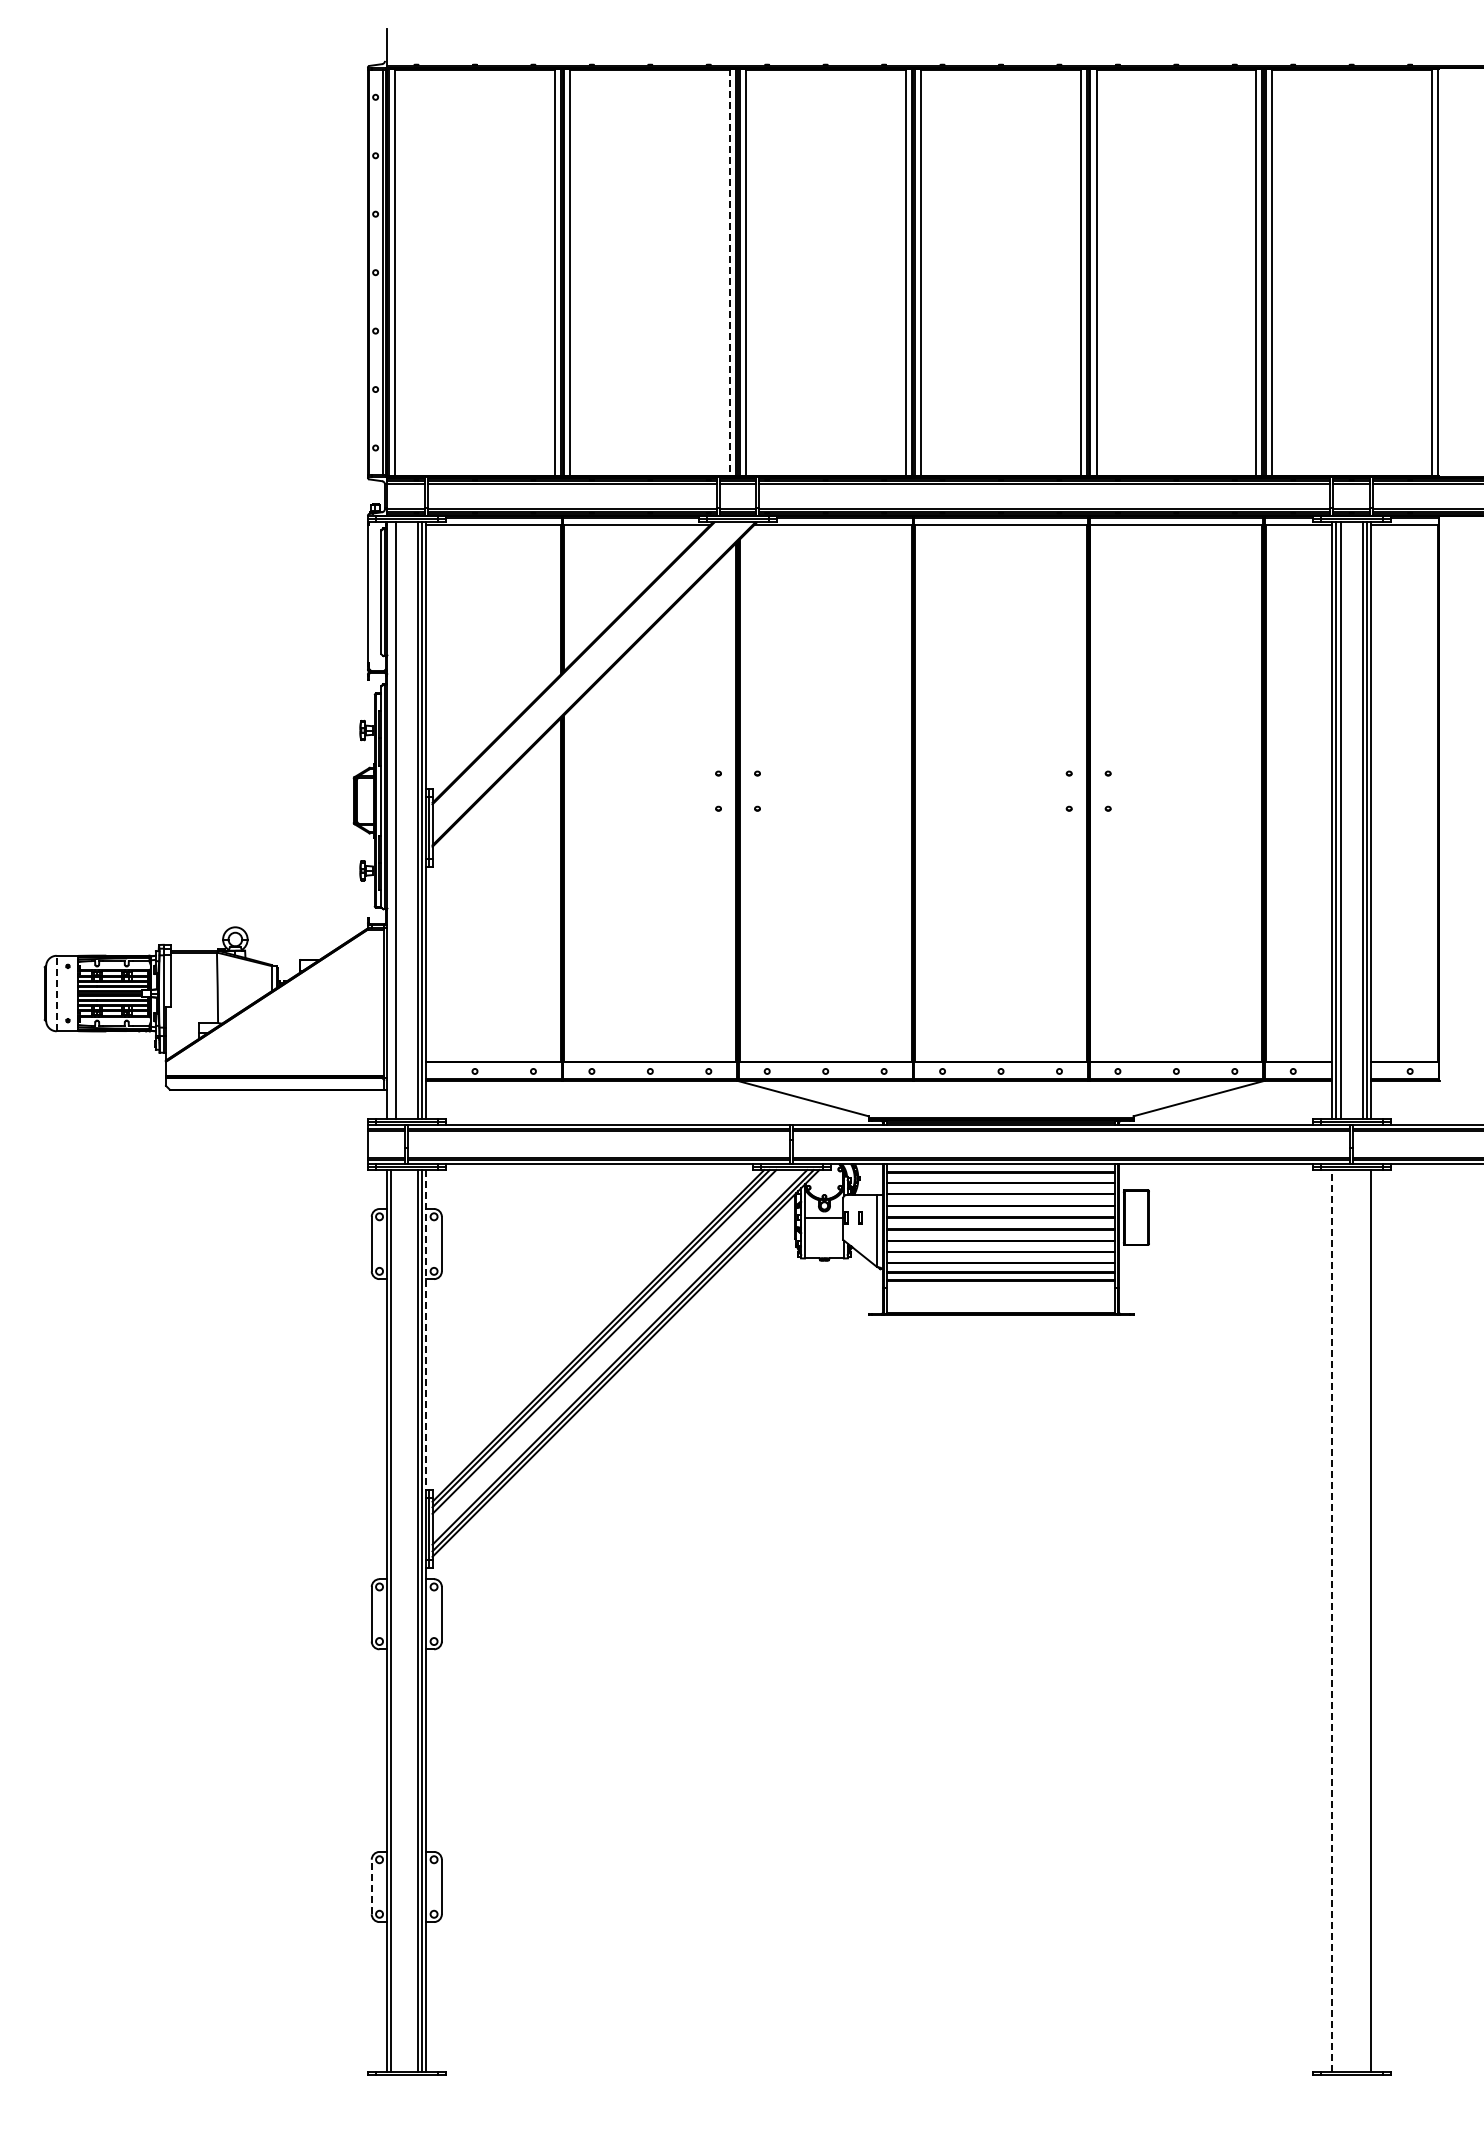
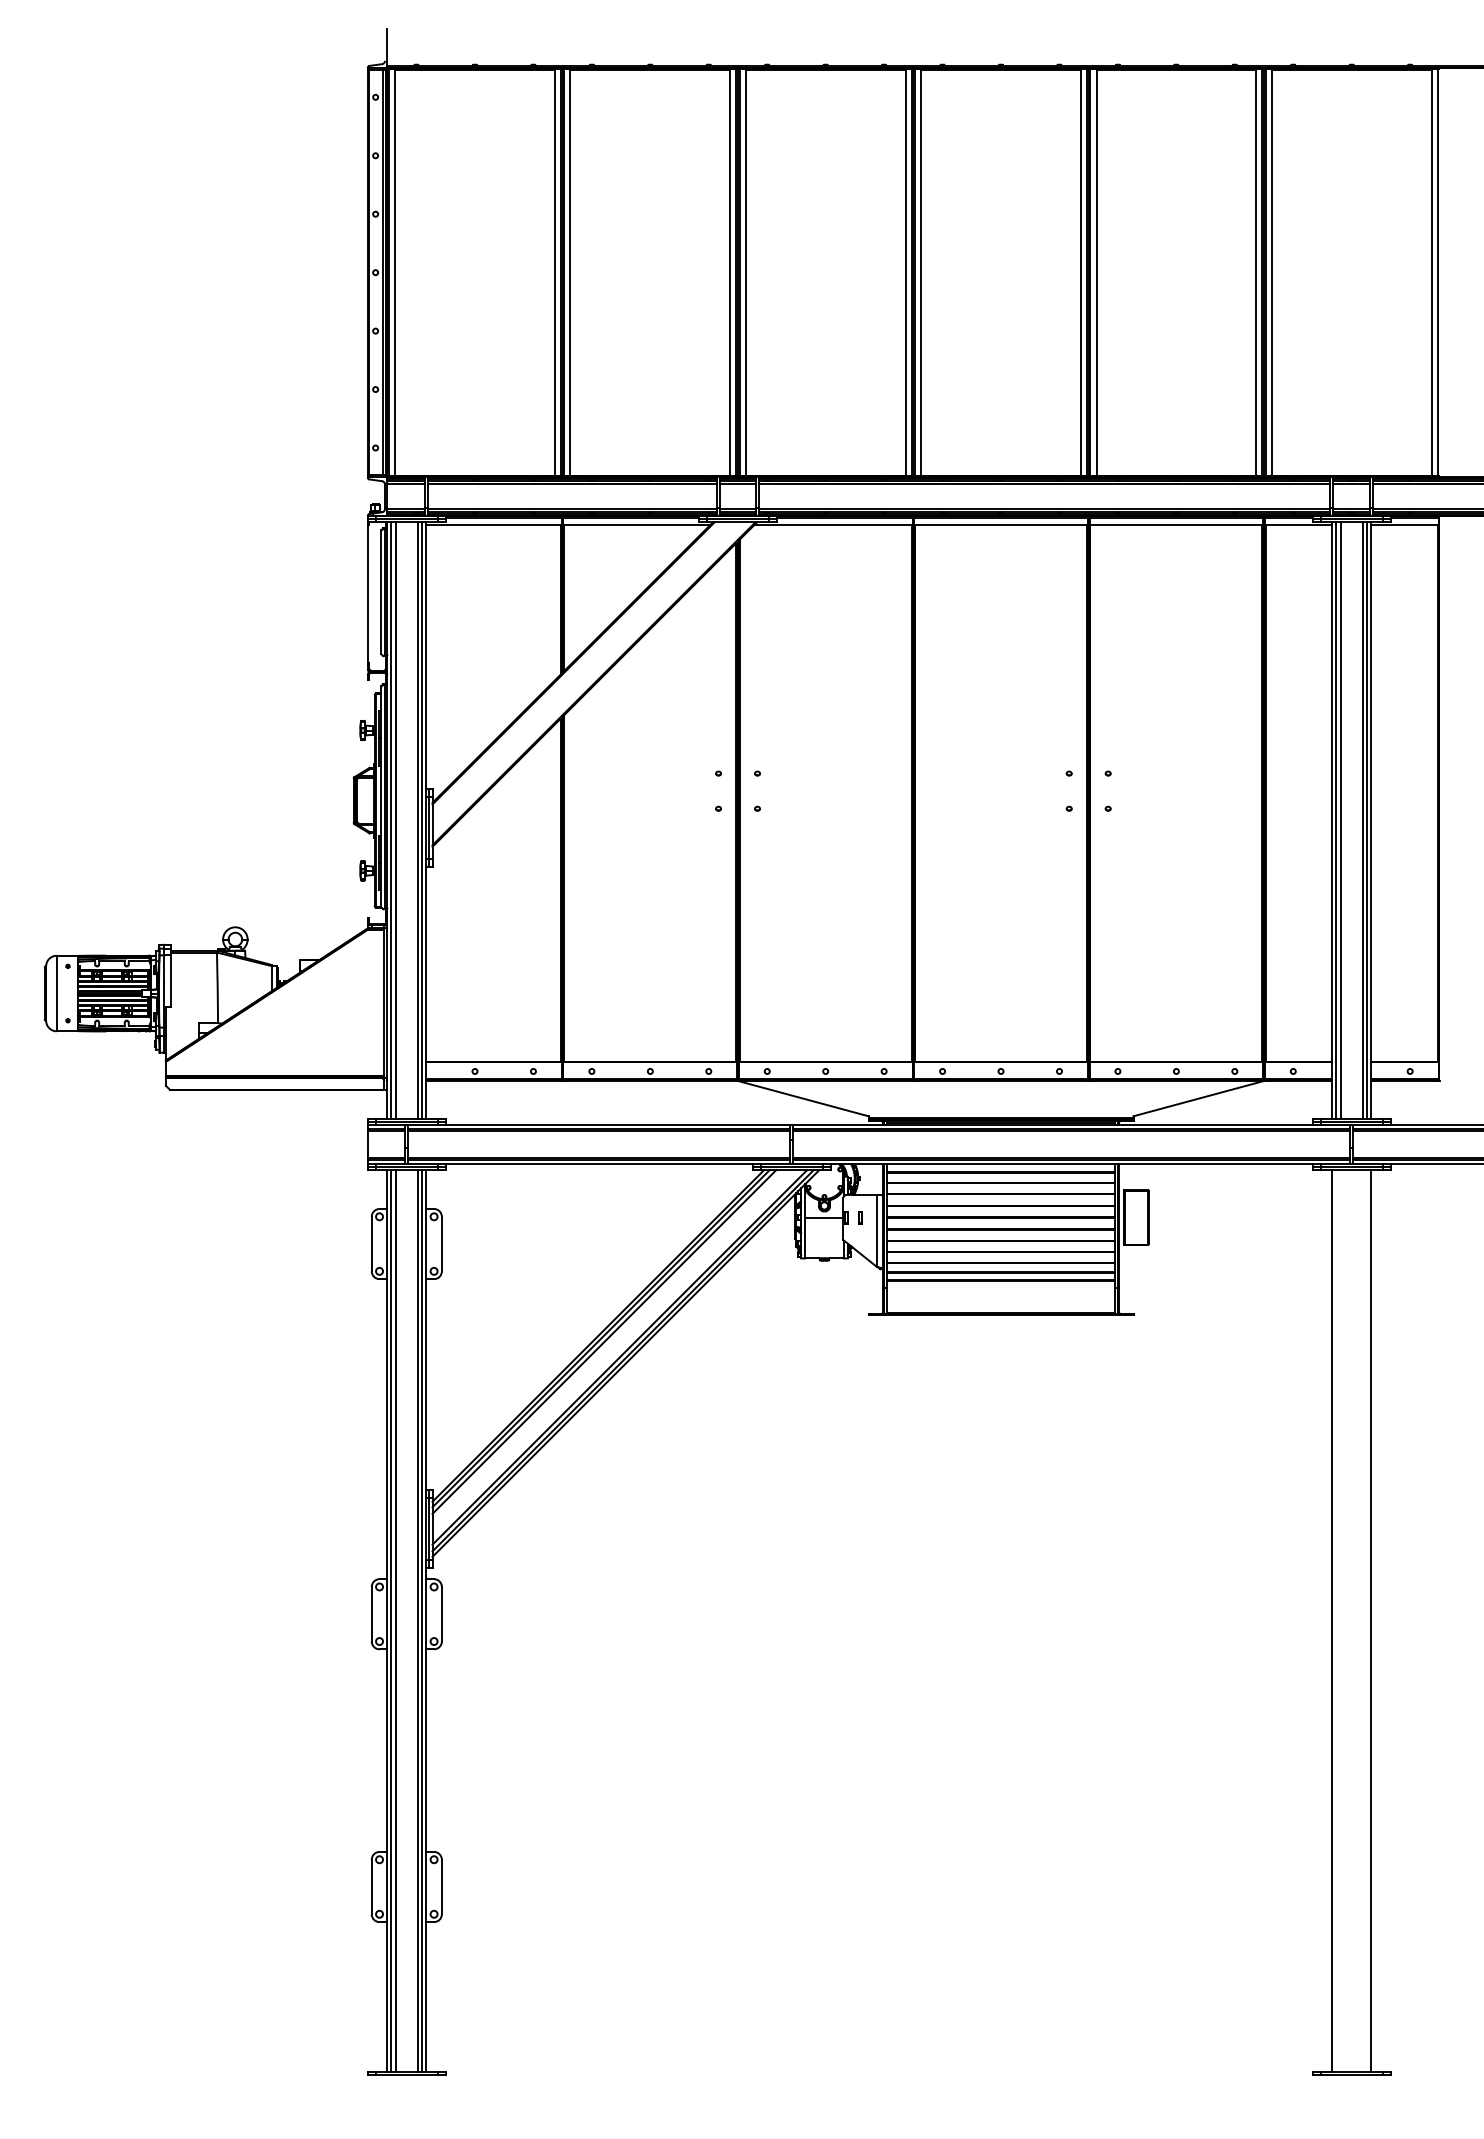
line at (730, 272): dashed -> solid
line at (391, 820): none -> present
line at (56, 993): dashed -> solid
line at (426, 1330): dashed -> solid
line at (395, 1620): none -> present
line at (1332, 1620): dashed -> solid
line at (371, 1886): dashed -> solid
